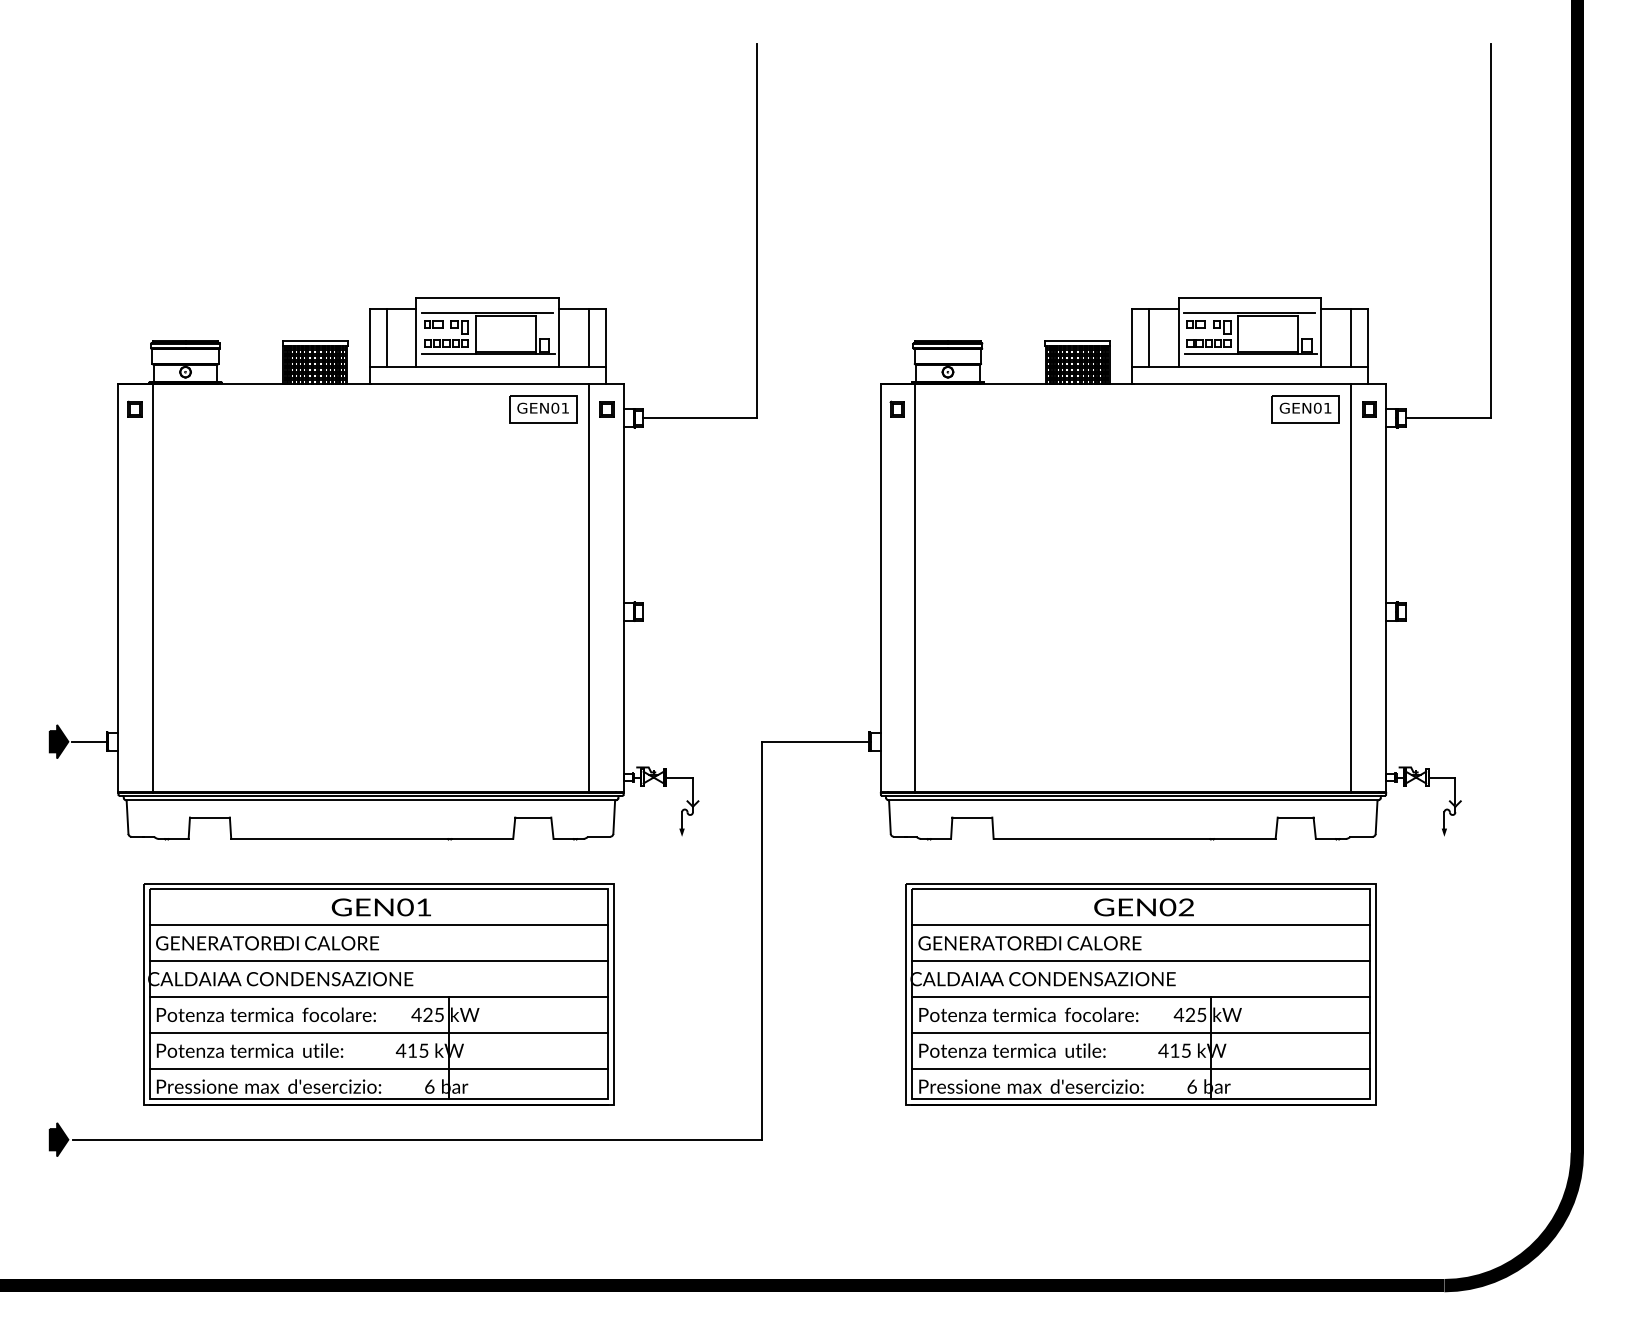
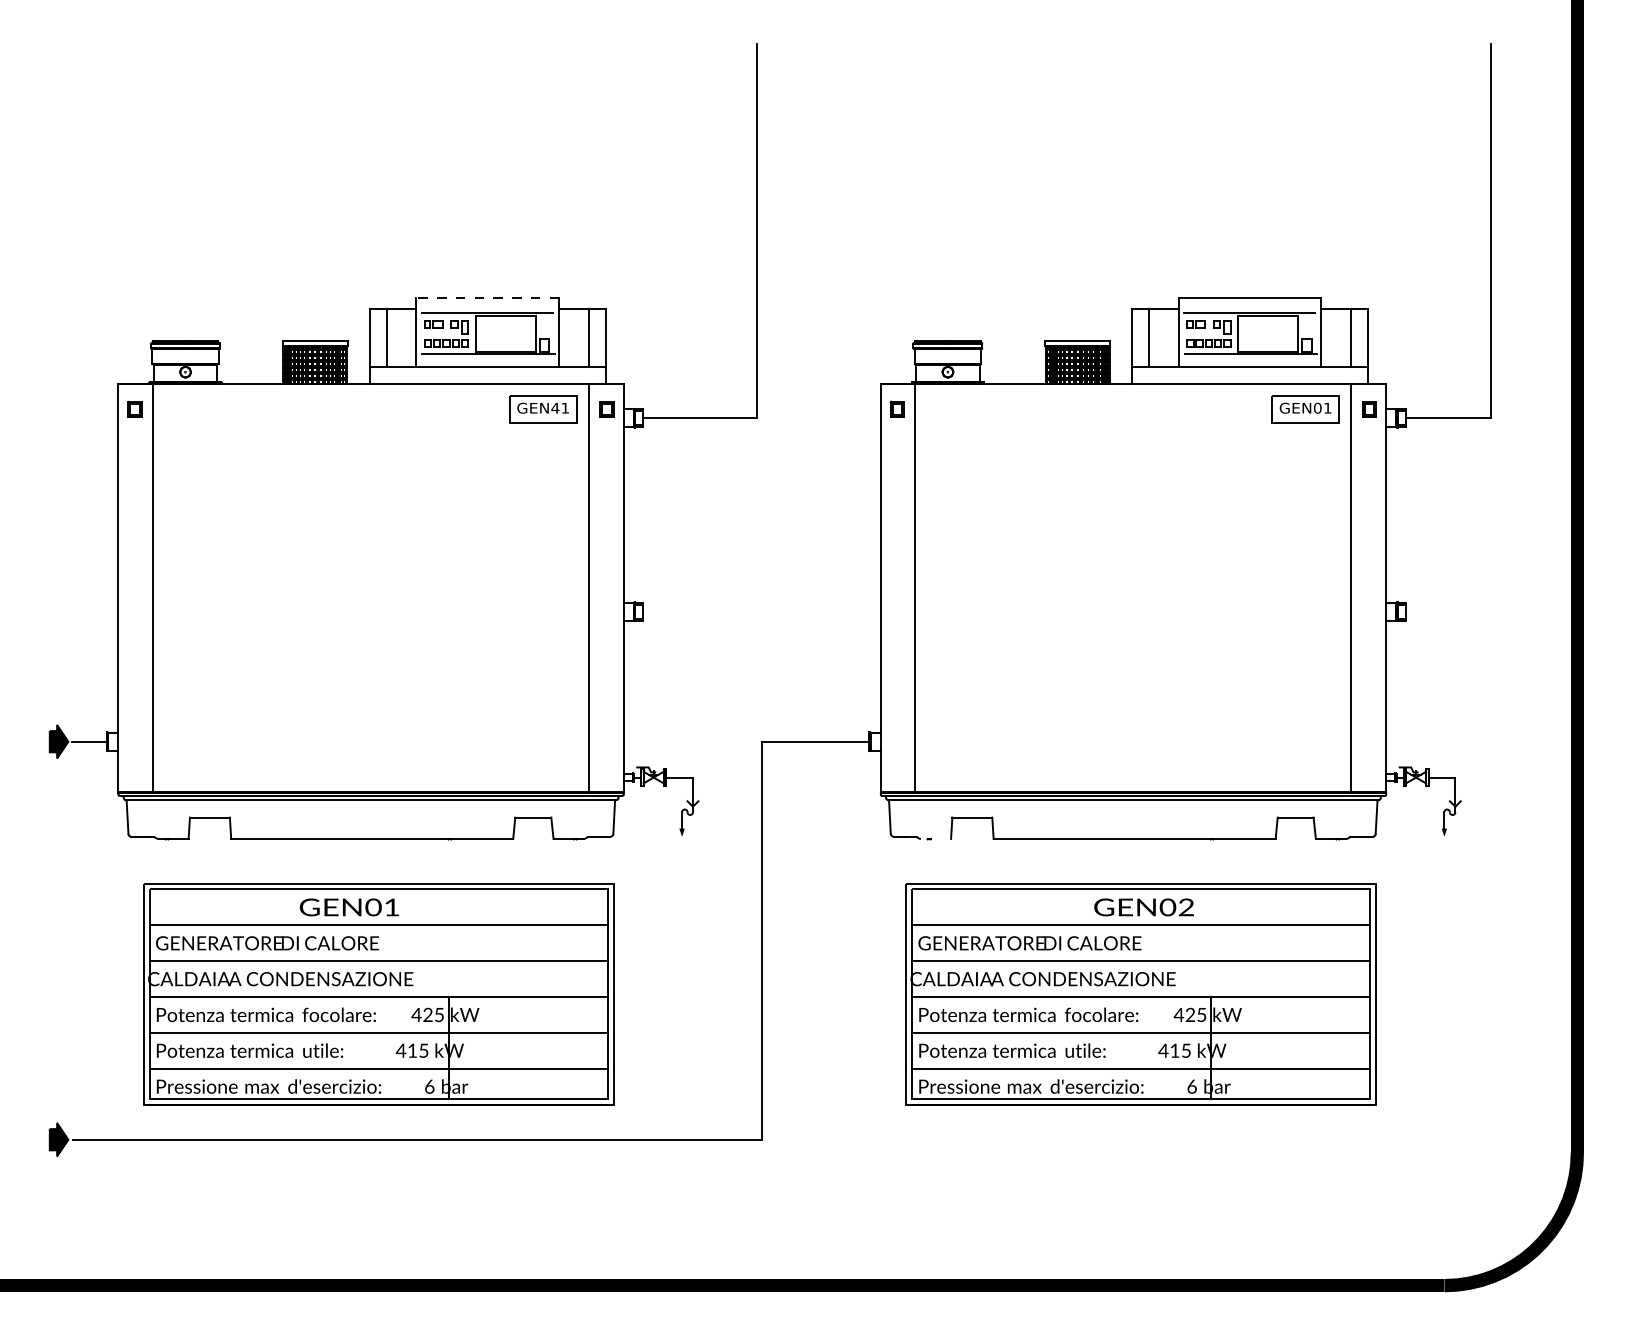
line at (487, 297): solid -> dashed
text at (555, 407): GEN01 -> GEN41
line at (935, 838): present -> none
text at (380, 907) position: (380, 907) -> (348, 907)
